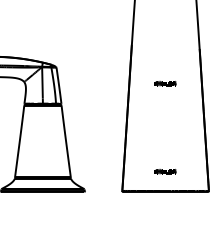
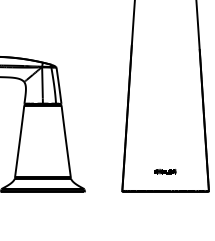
part at (165, 83): present -> none
